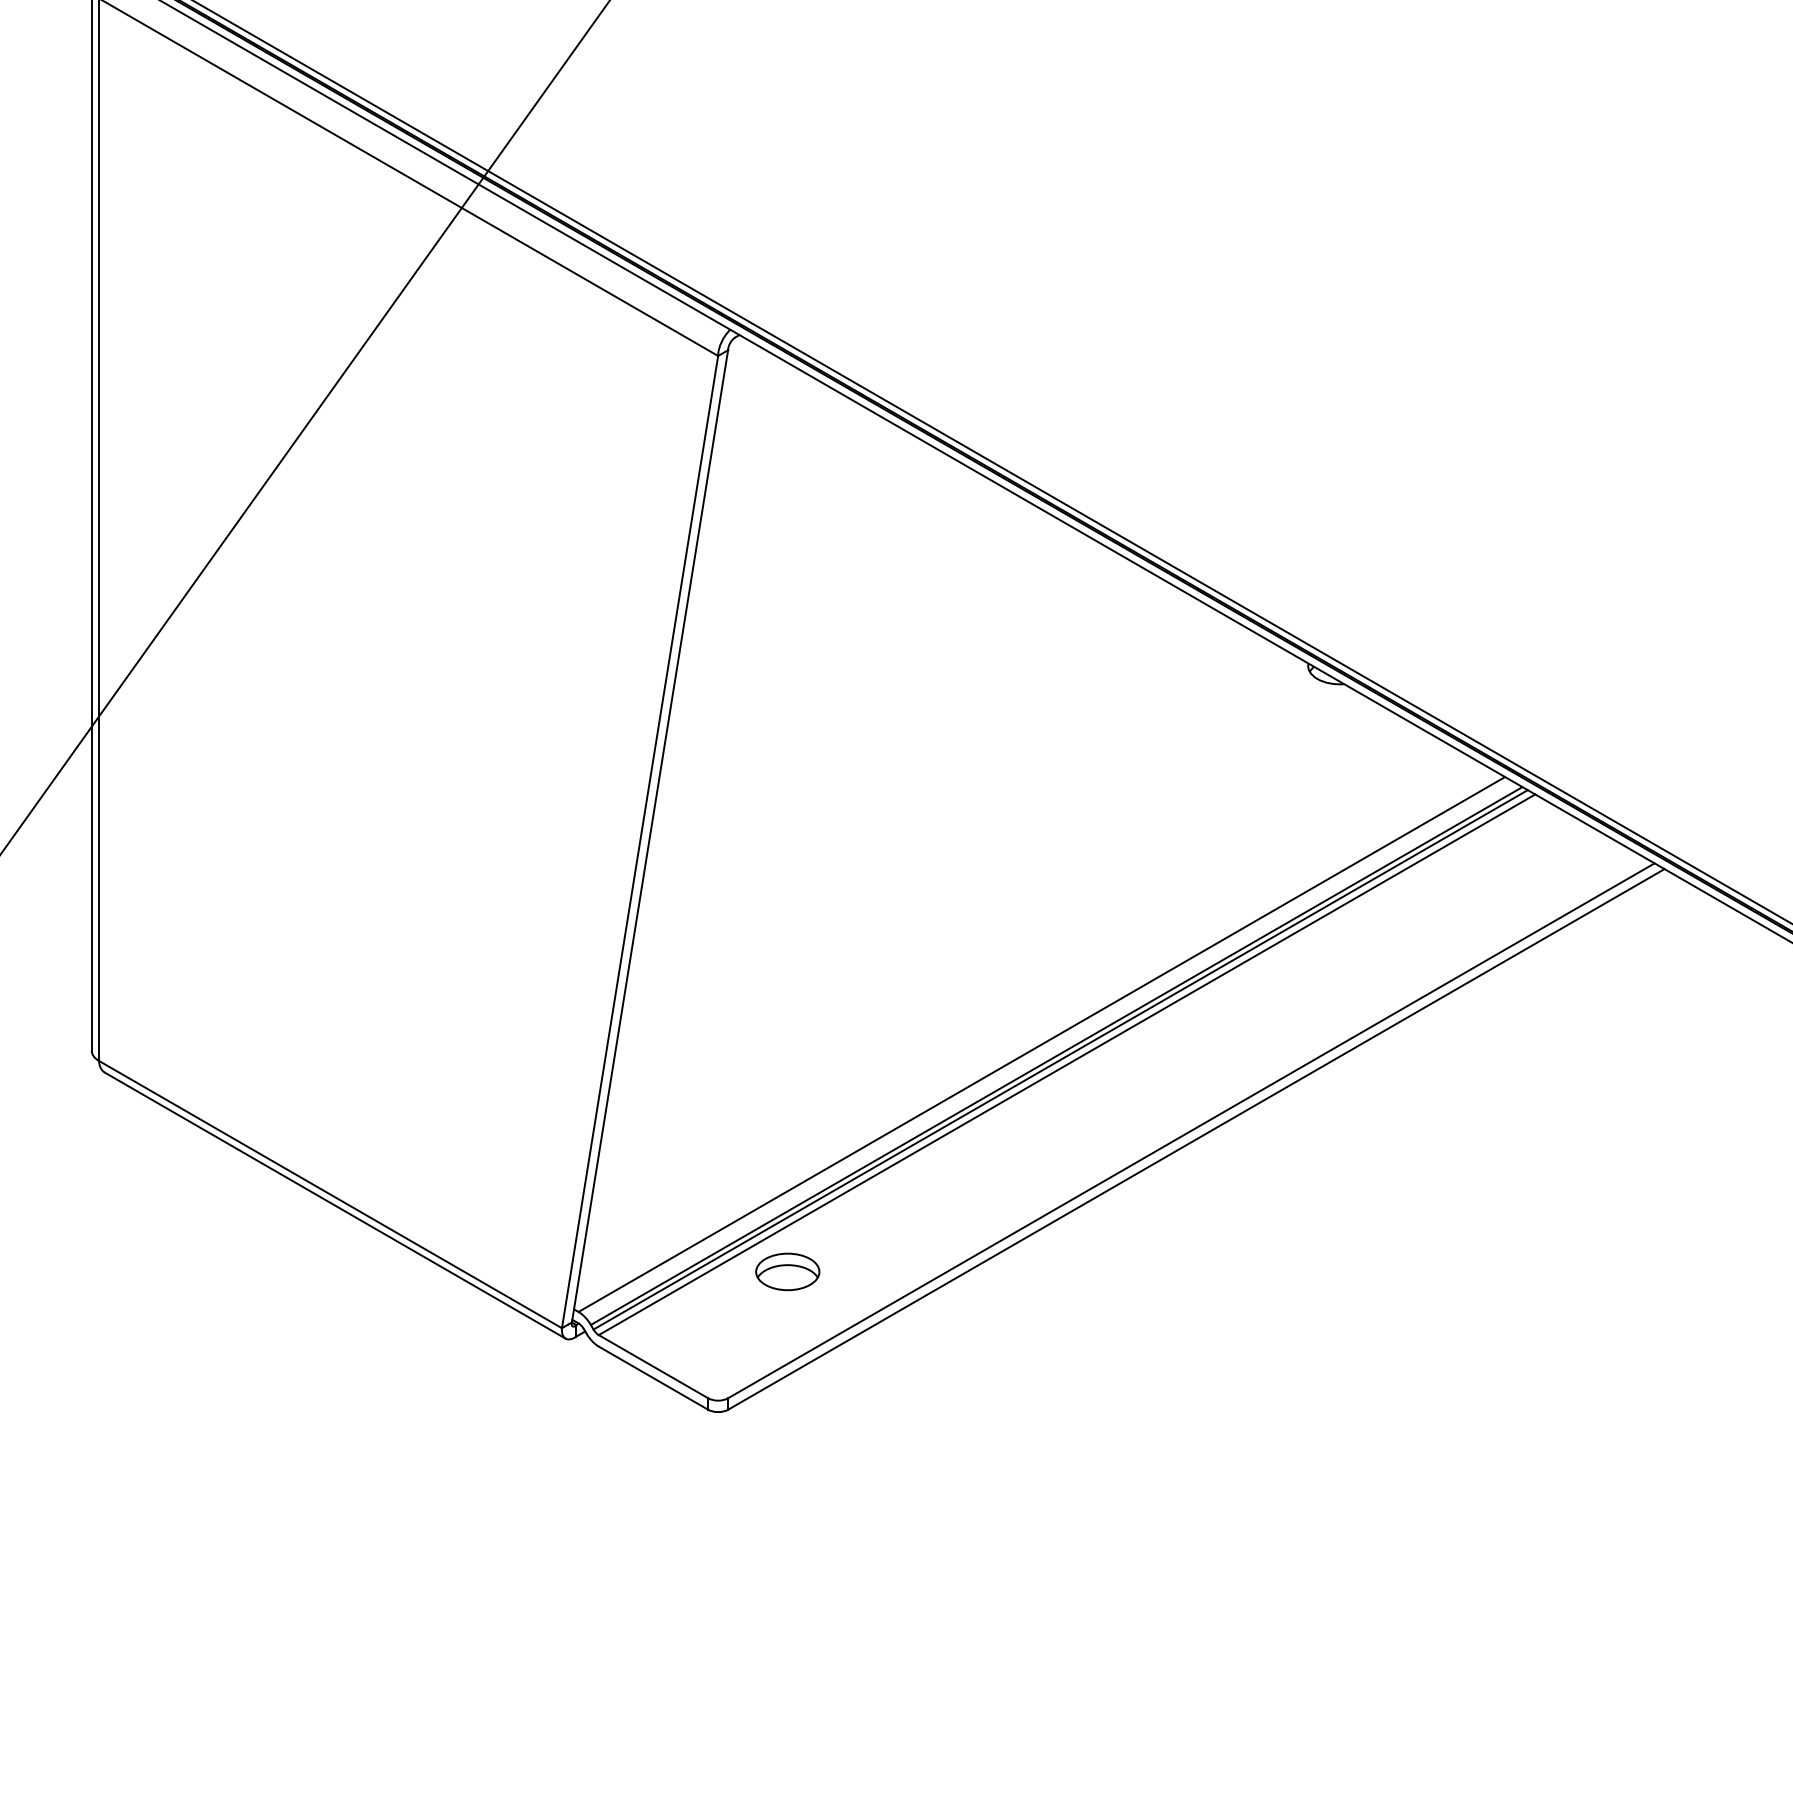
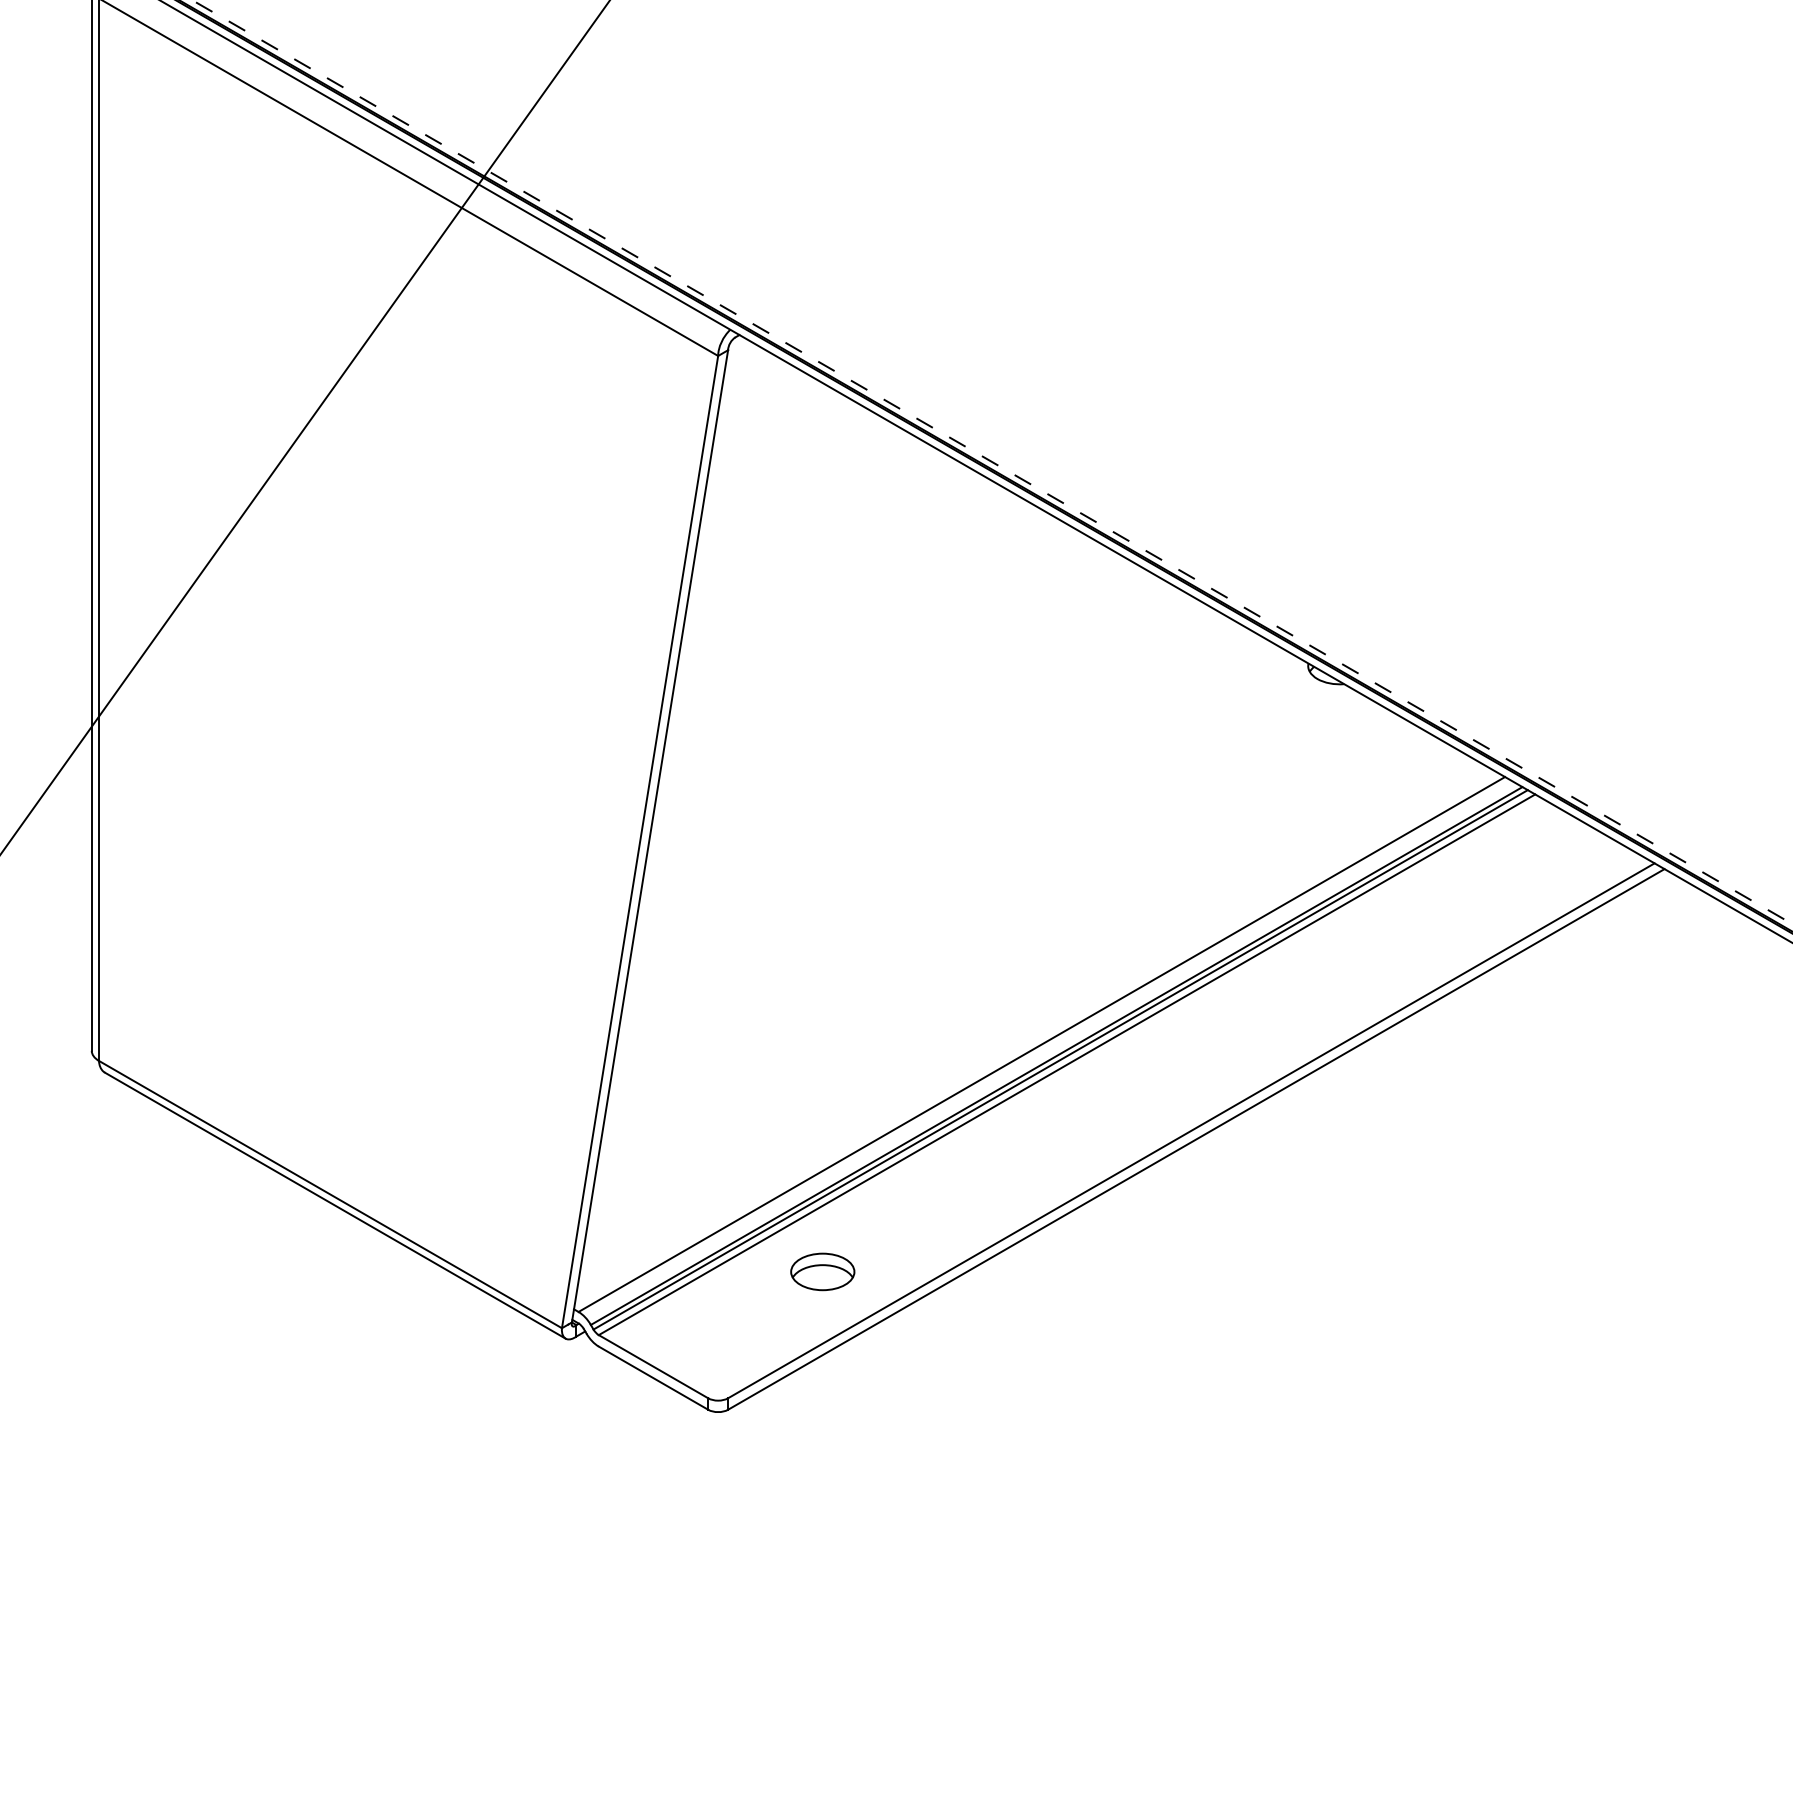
line at (992, 462): solid -> dashed
part at (787, 1271) position: (787, 1271) -> (822, 1271)
